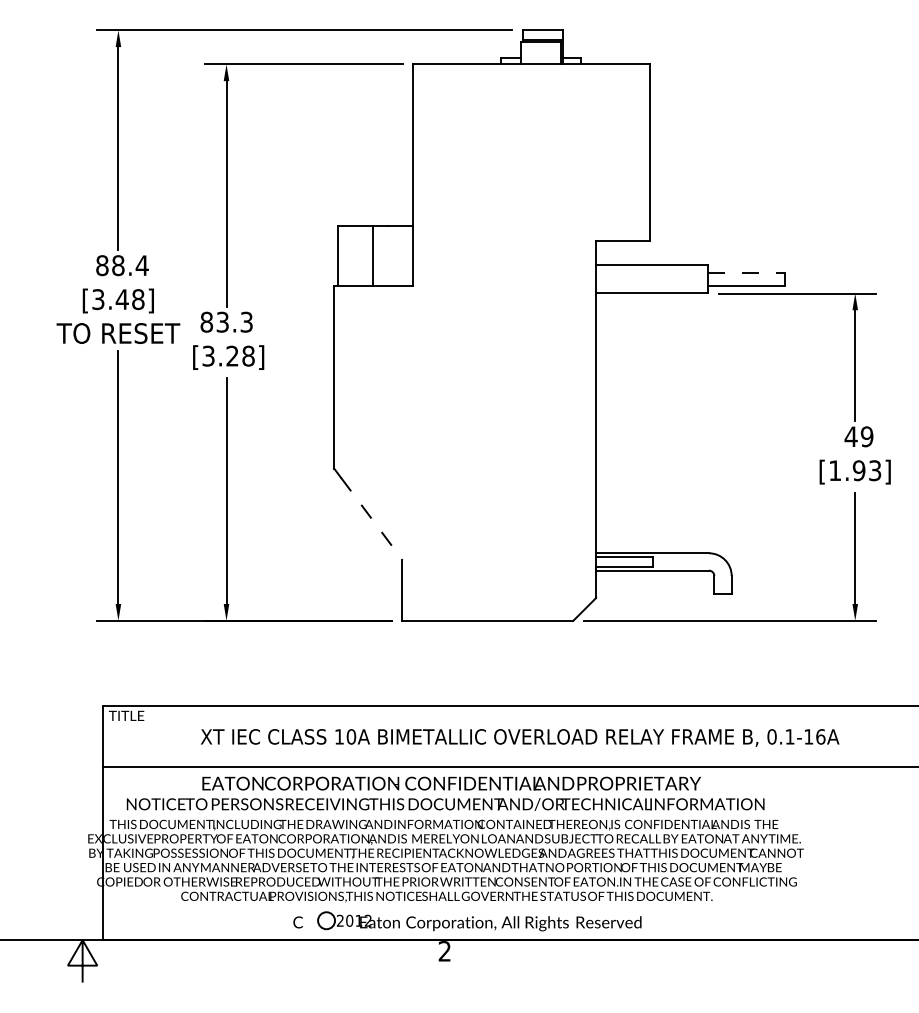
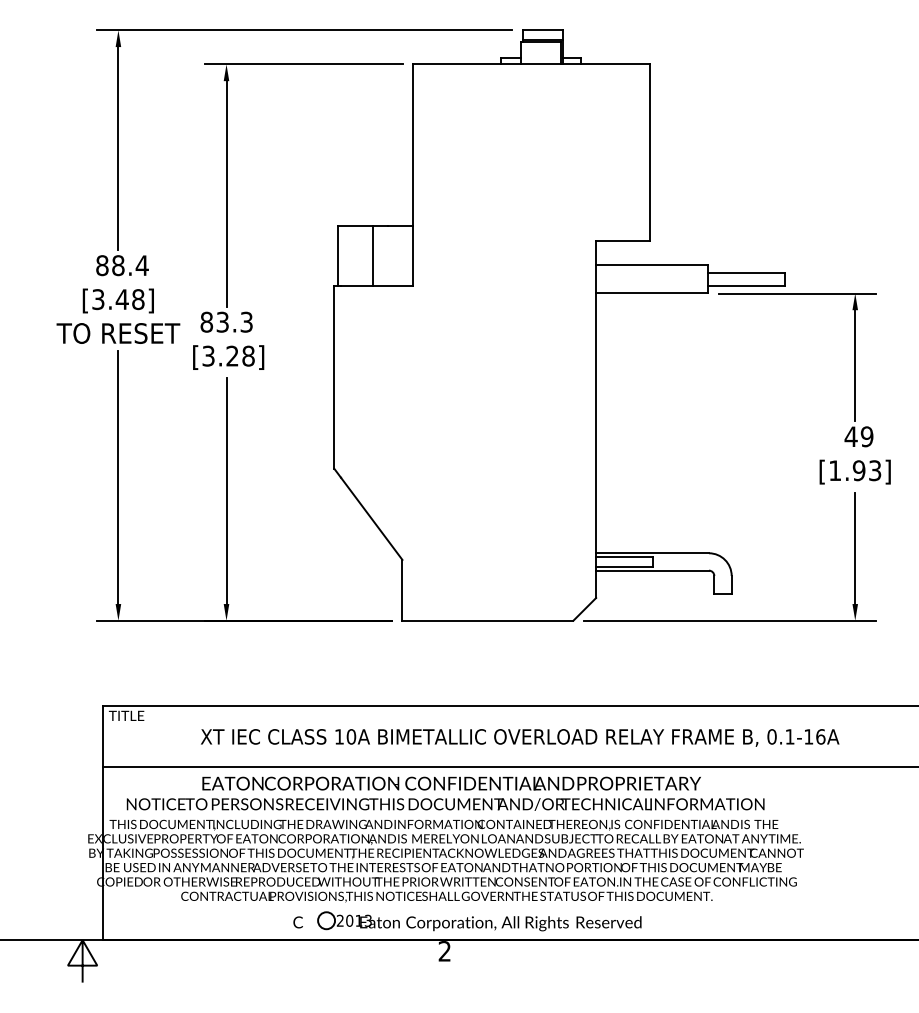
line at (747, 272): dashed -> solid
line at (372, 519): dashed -> solid
text at (368, 920): 2012 -> 2013
